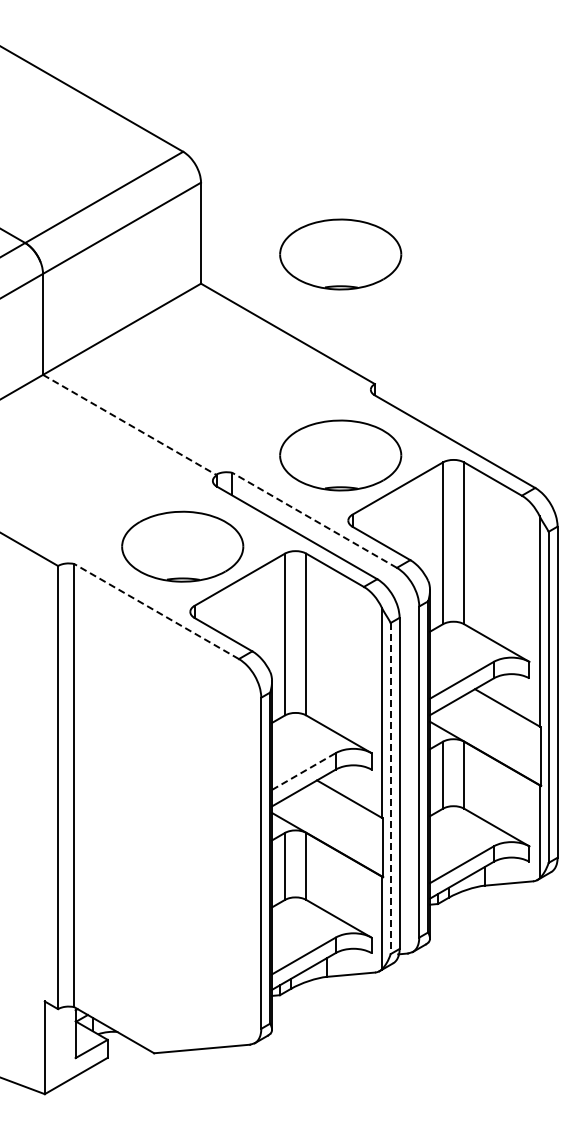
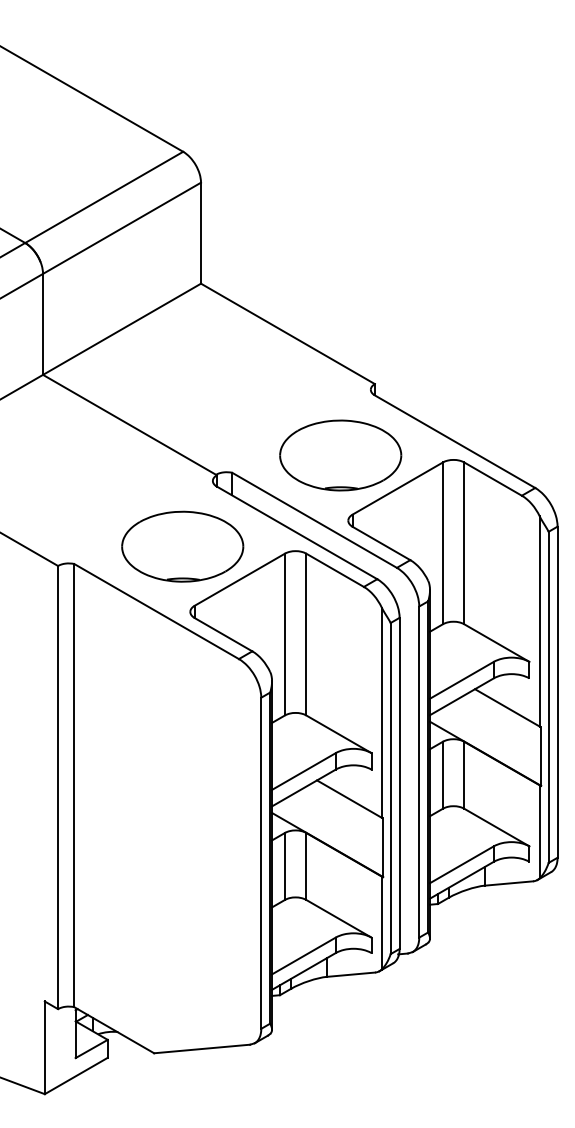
part at (340, 254): present -> none
line at (130, 425): dashed -> solid
line at (314, 520): dashed -> solid
line at (156, 611): dashed -> solid
line at (303, 771): dashed -> solid
line at (390, 788): dashed -> solid
